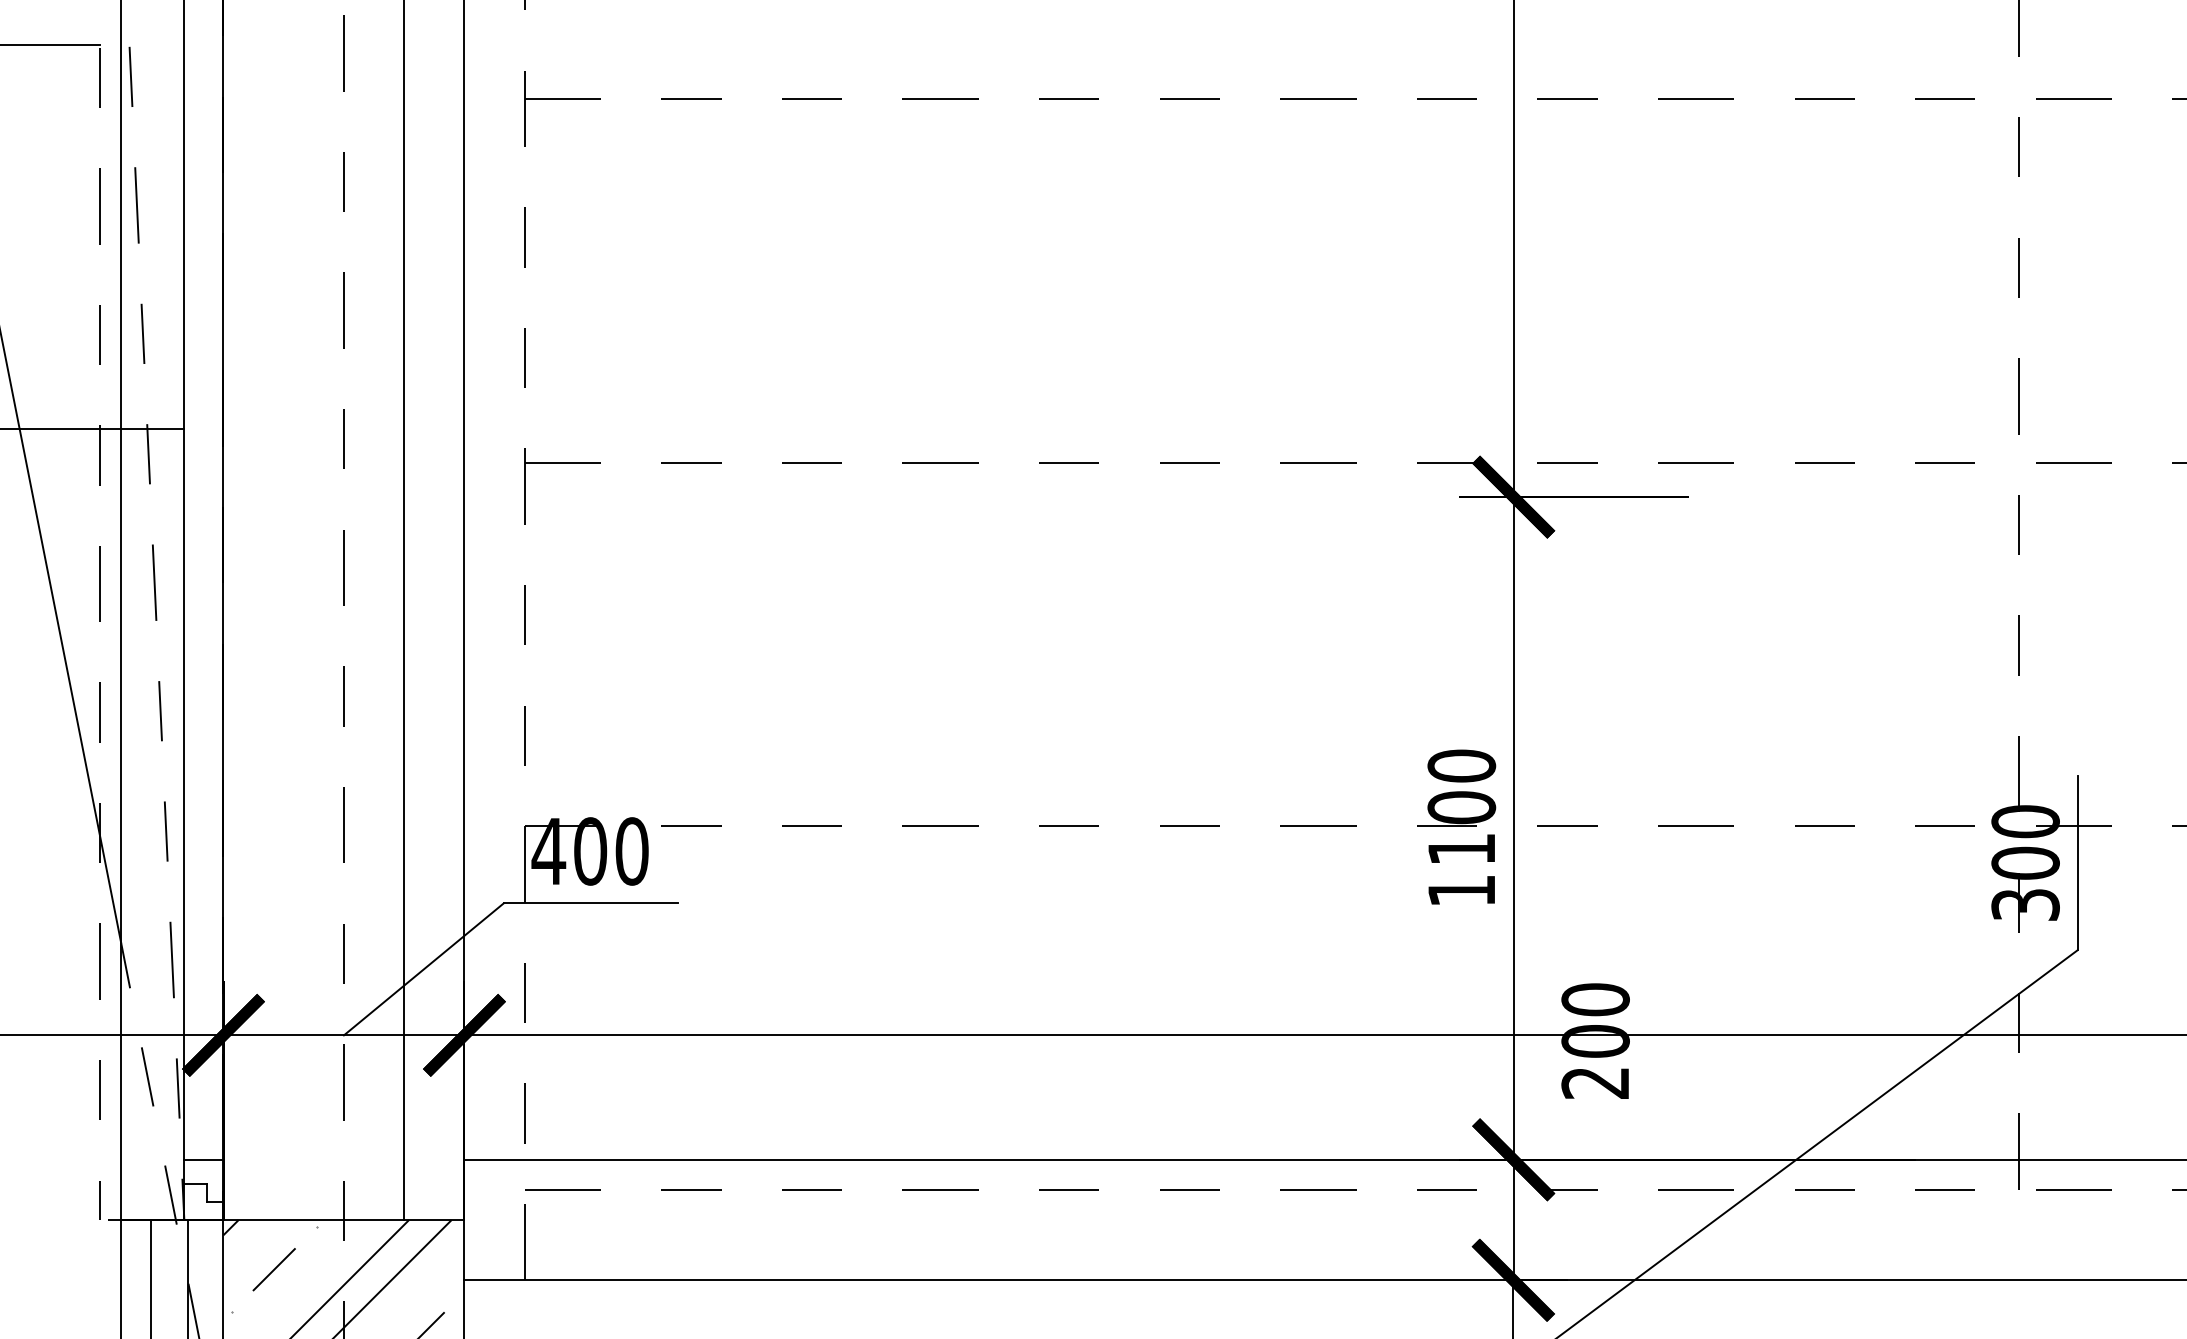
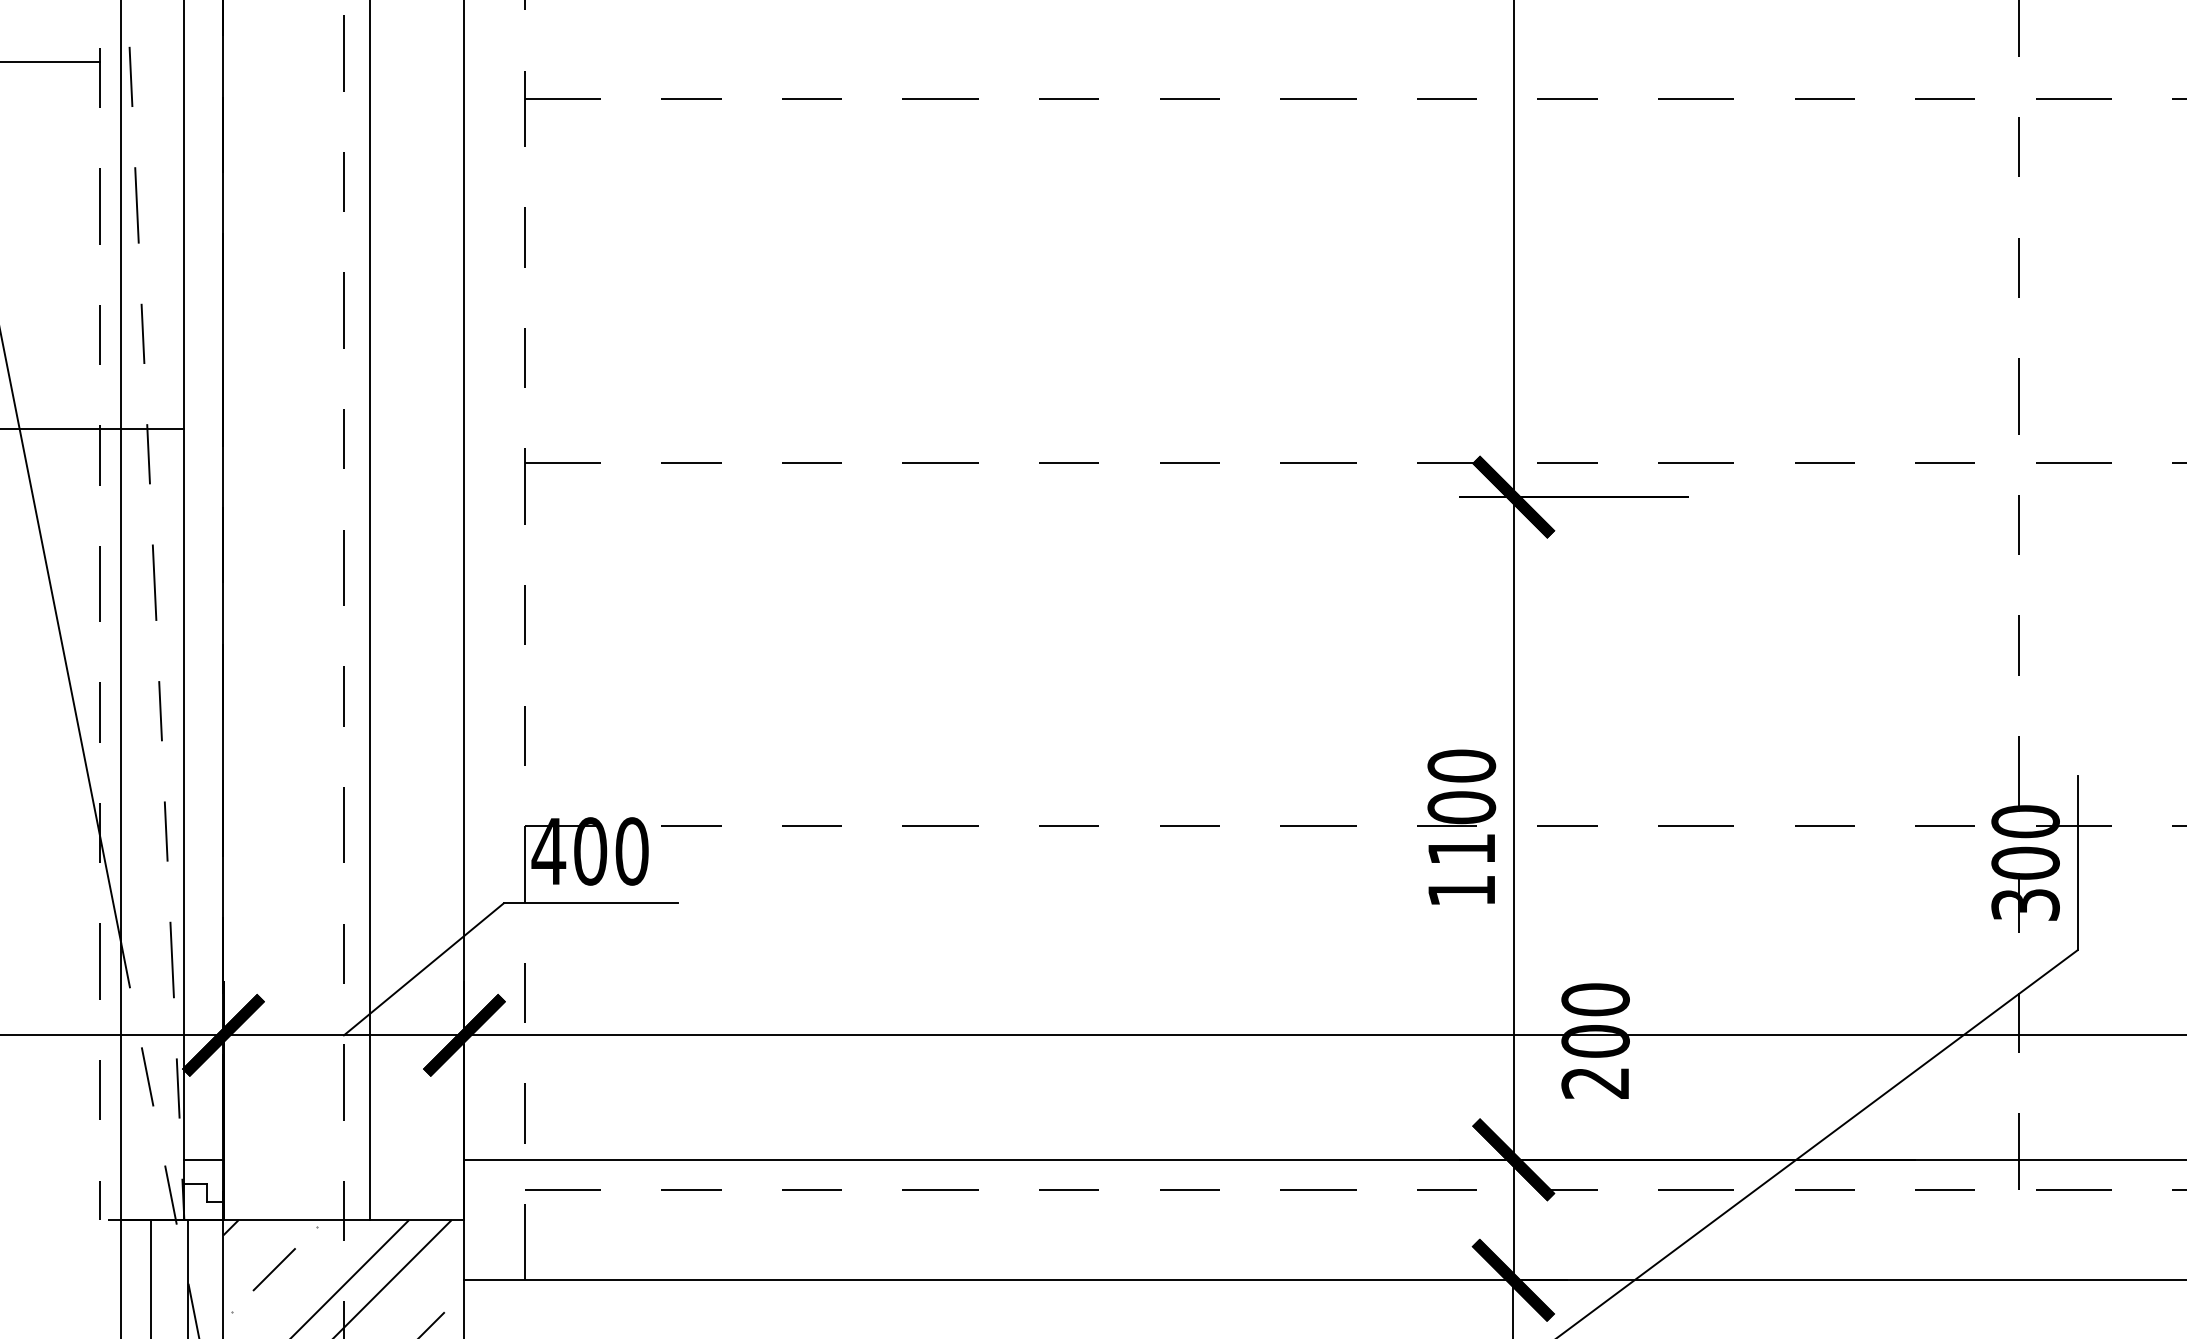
line at (51, 45) position: (51, 45) -> (51, 62)
line at (404, 611) position: (404, 611) -> (370, 611)
